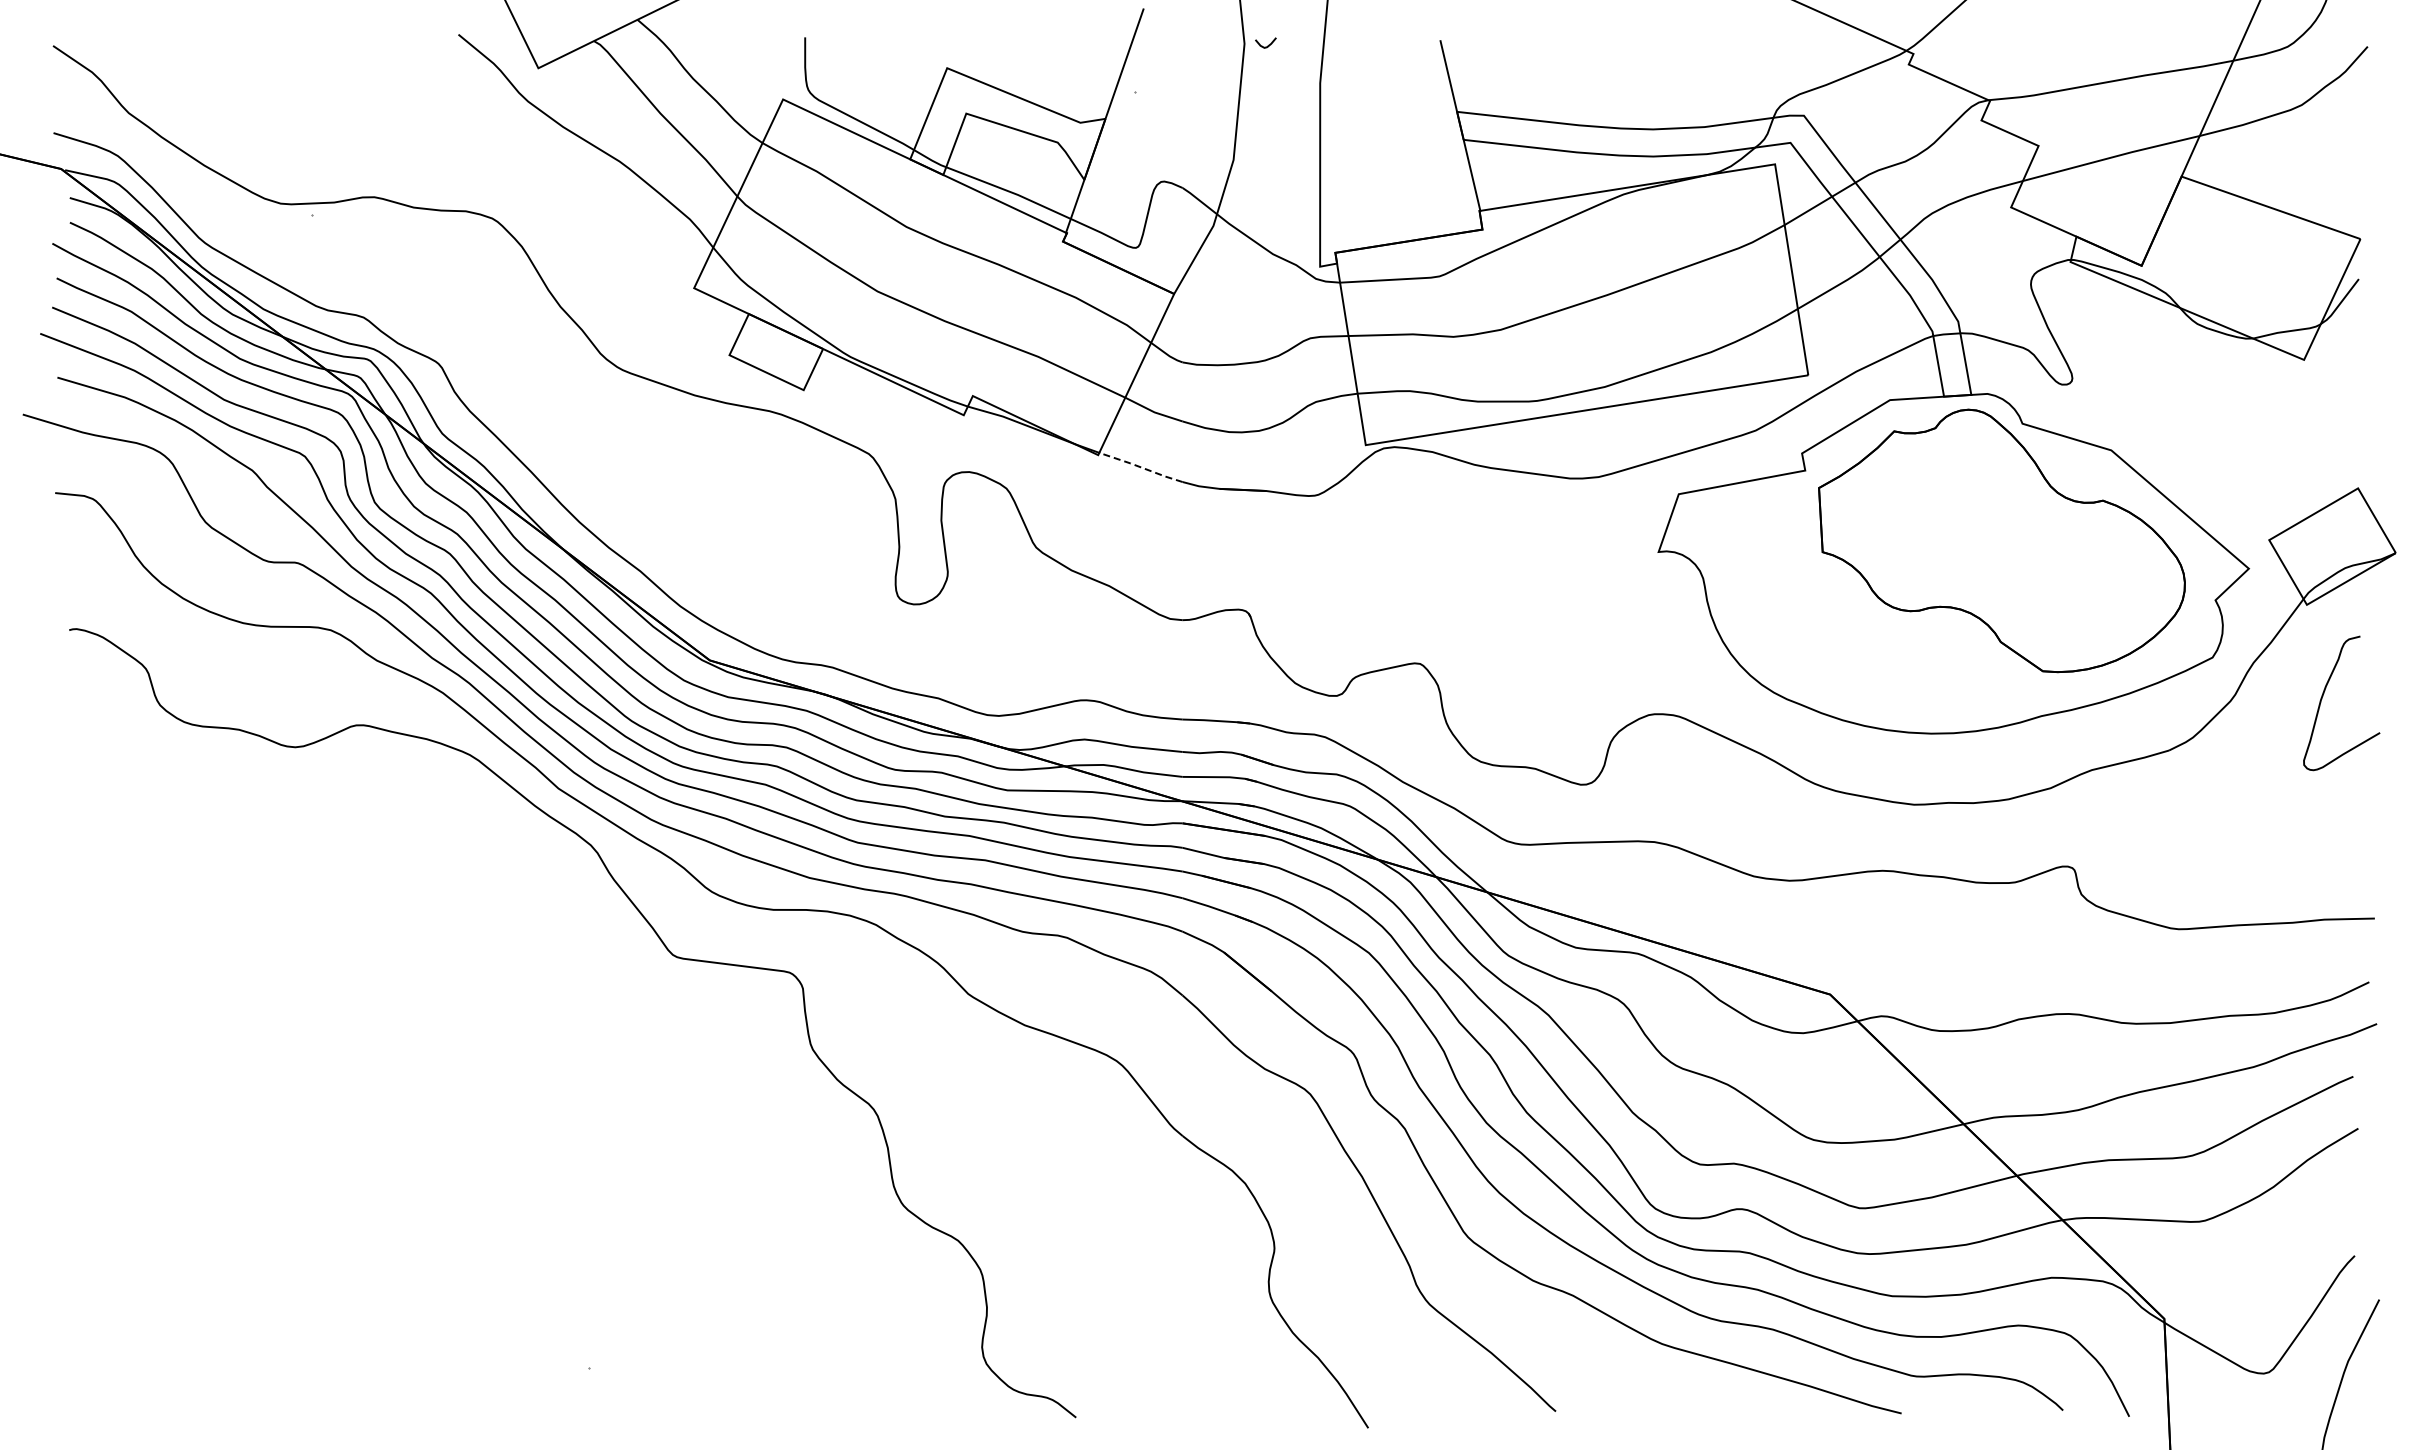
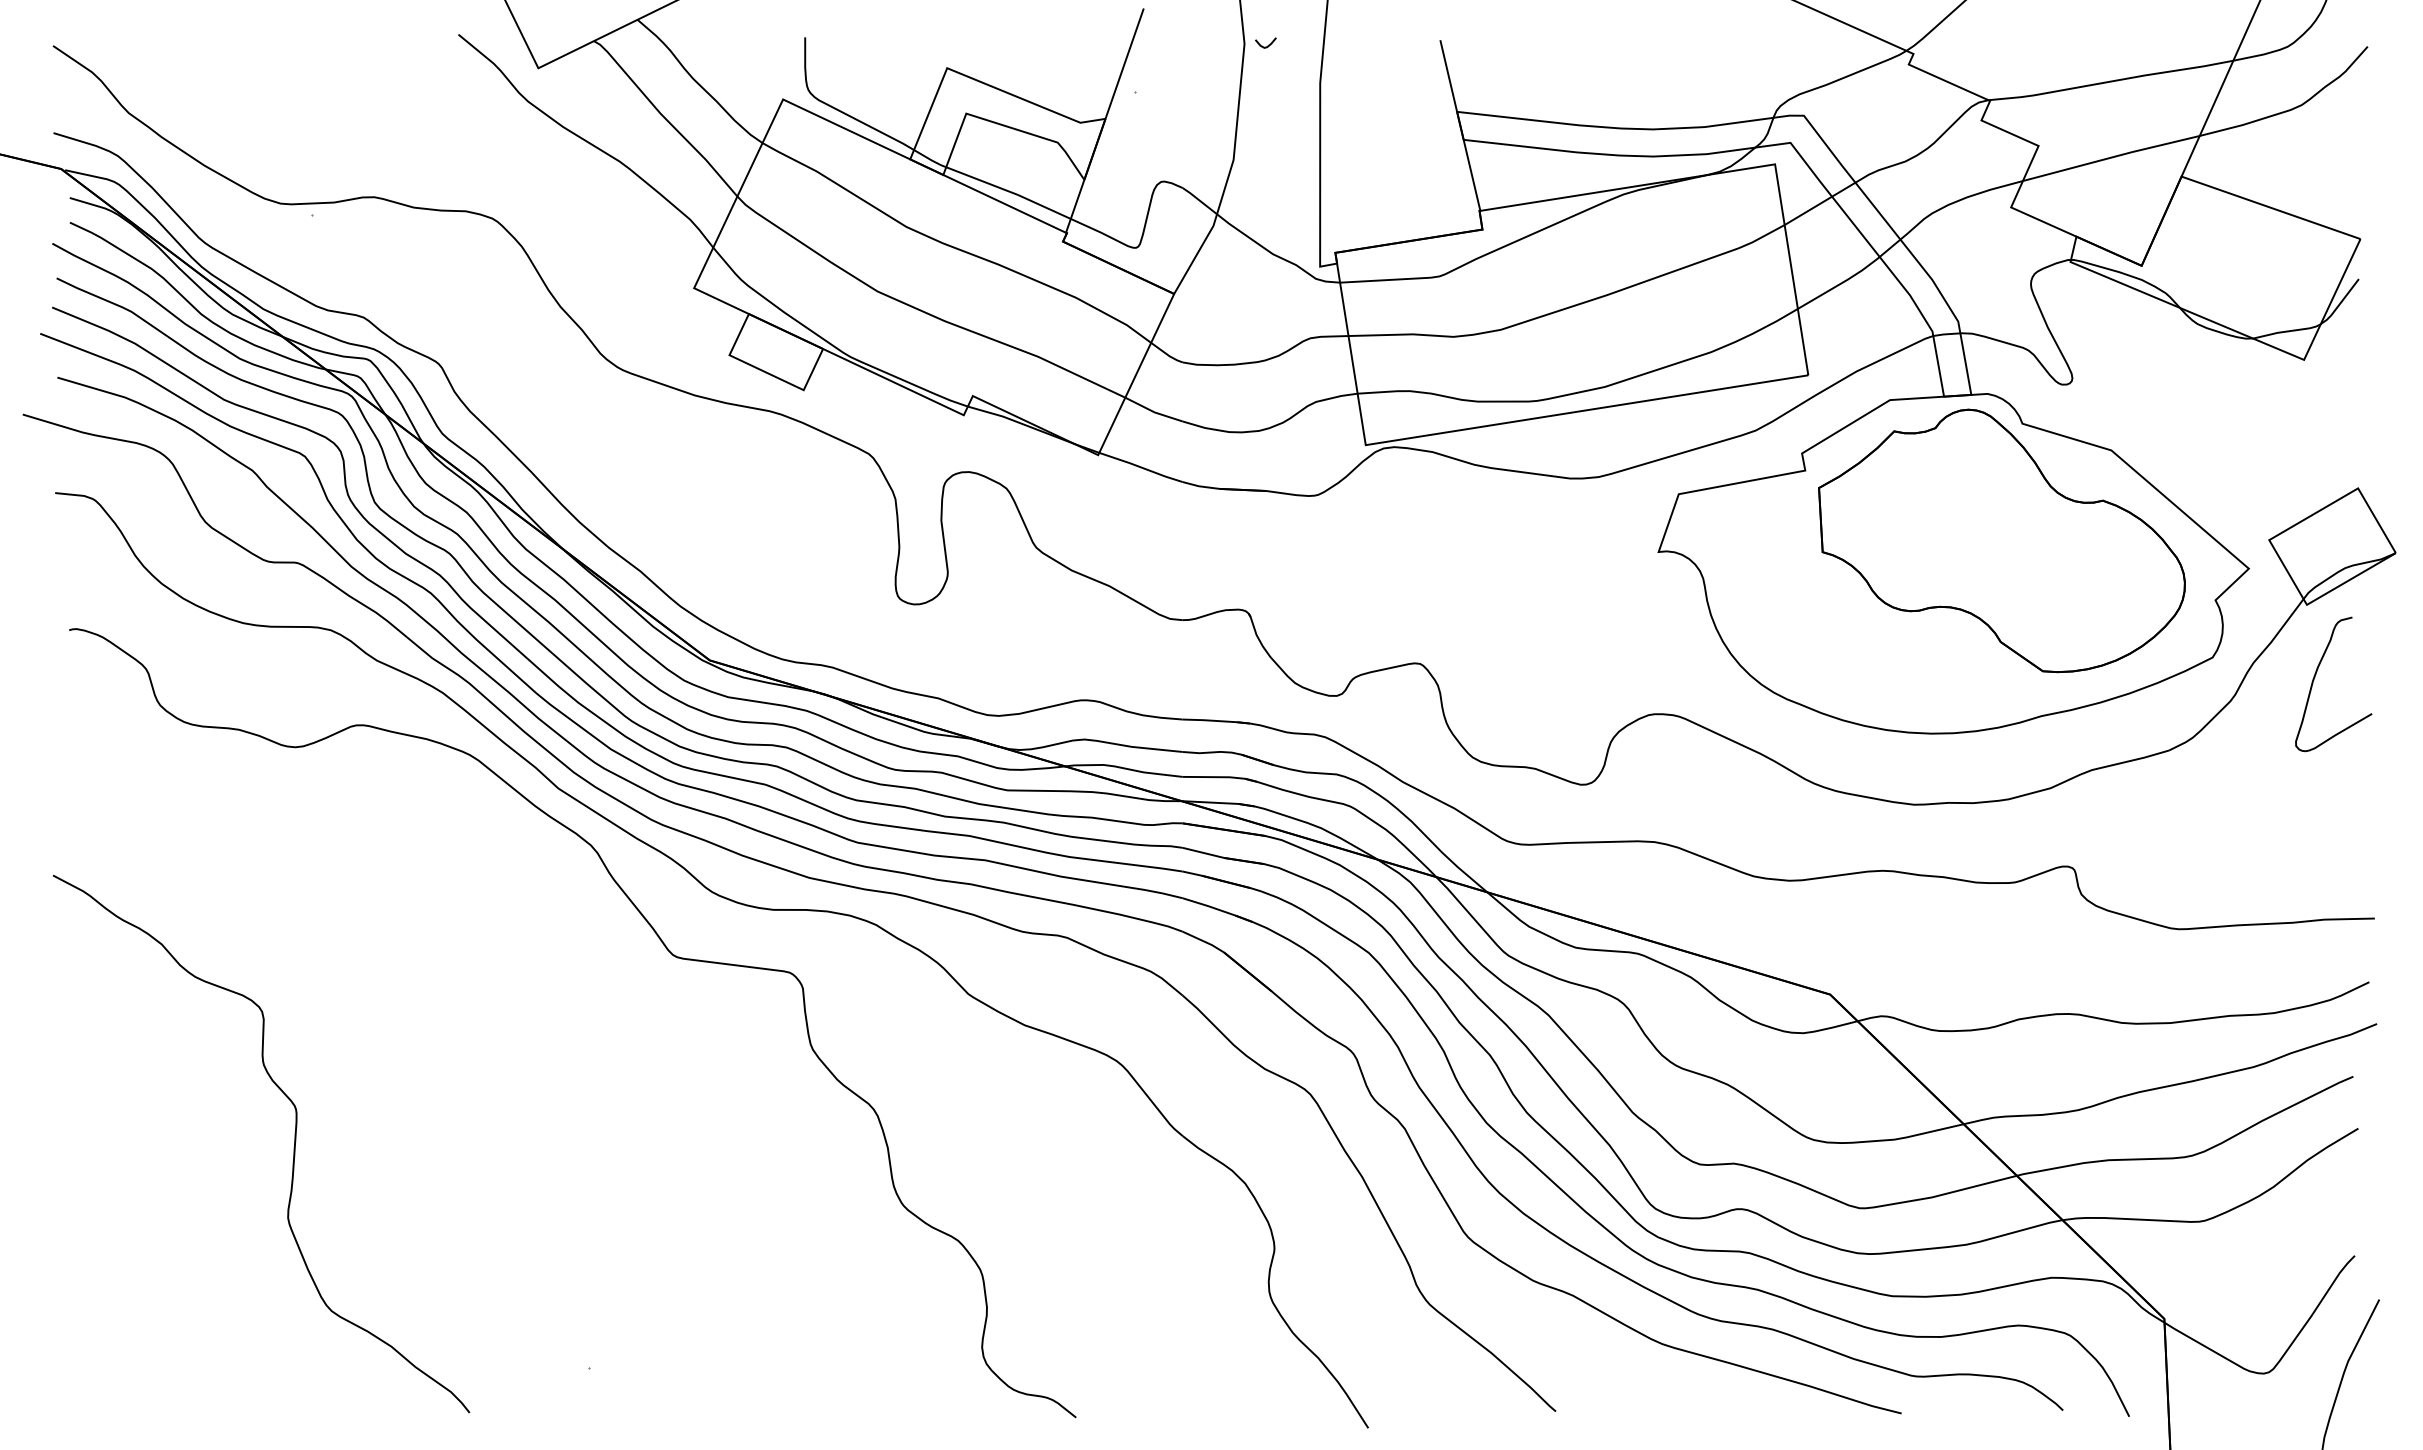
line at (1141, 467): dashed -> solid
curve at (2323, 696) position: (2323, 696) -> (2315, 677)
curve at (293, 1147): none -> present
